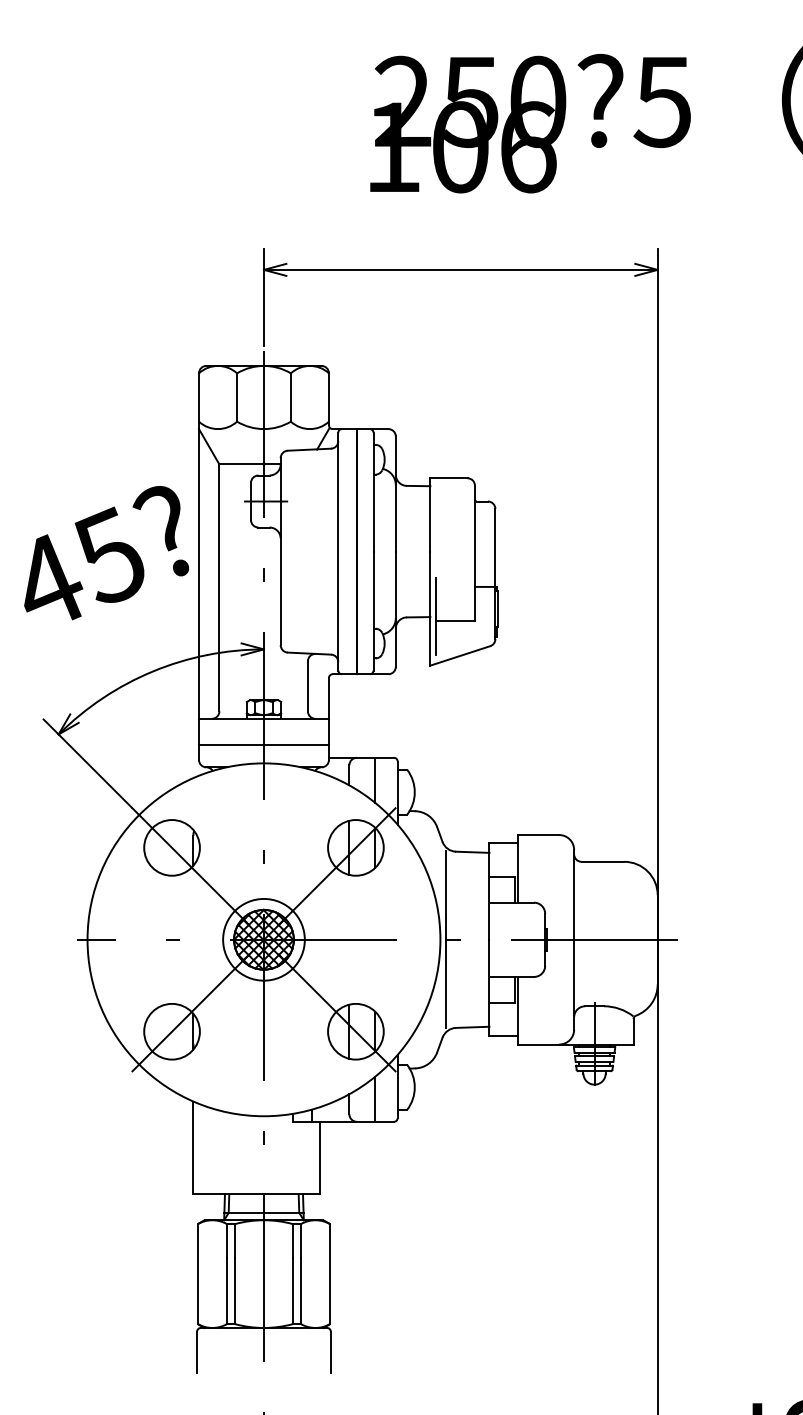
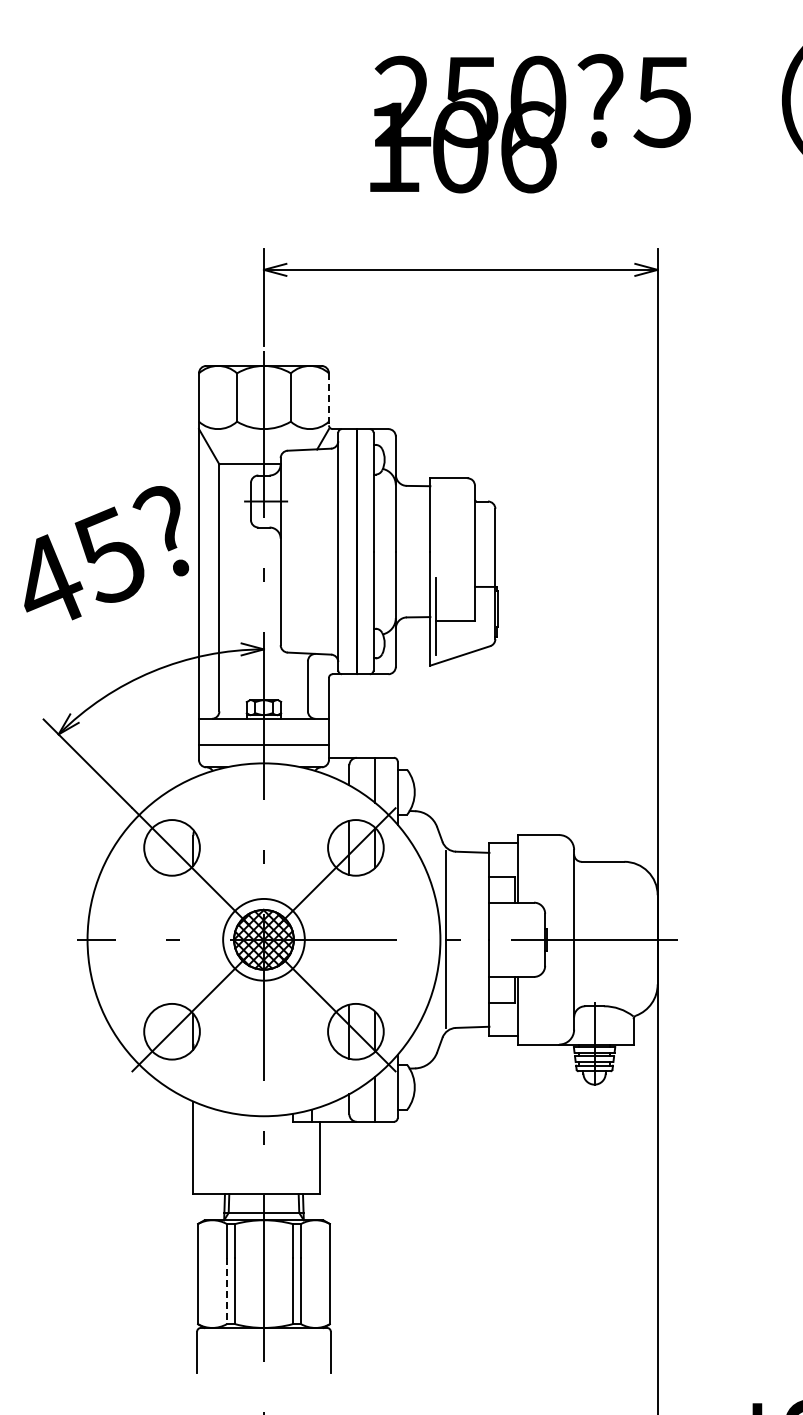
line at (328, 399): solid -> dashed
line at (226, 1291): solid -> dashed
